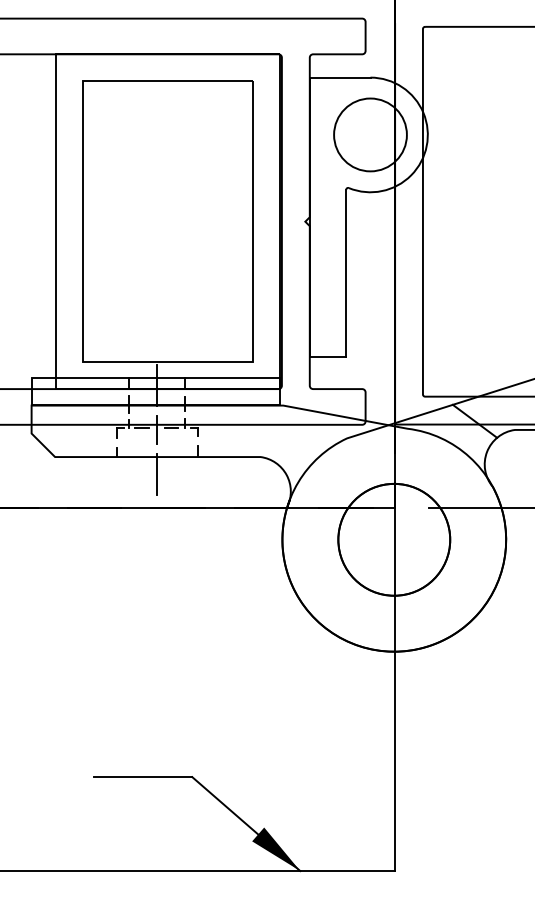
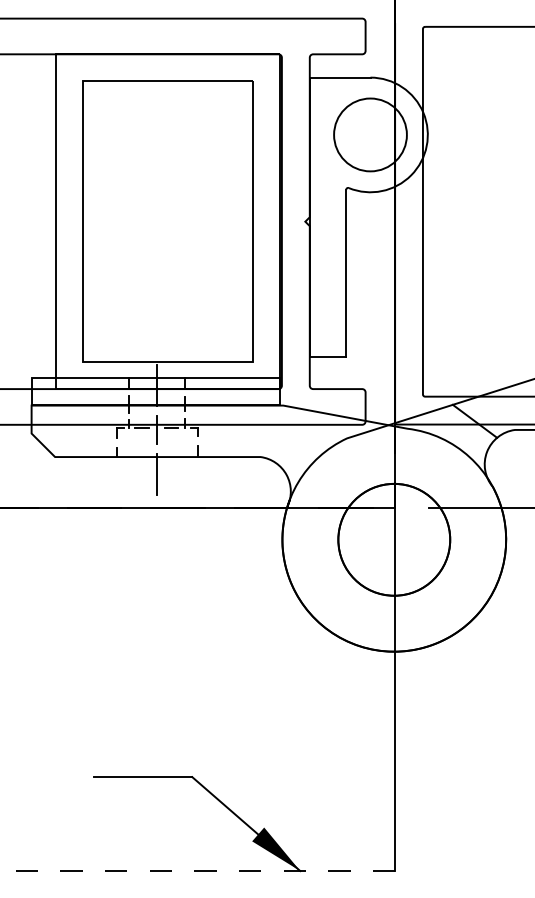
line at (197, 871): solid -> dashed
